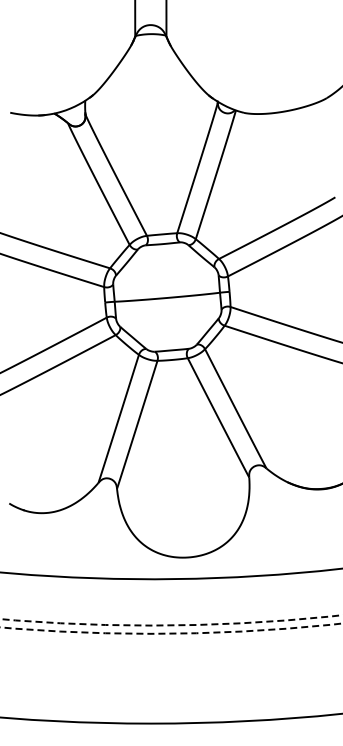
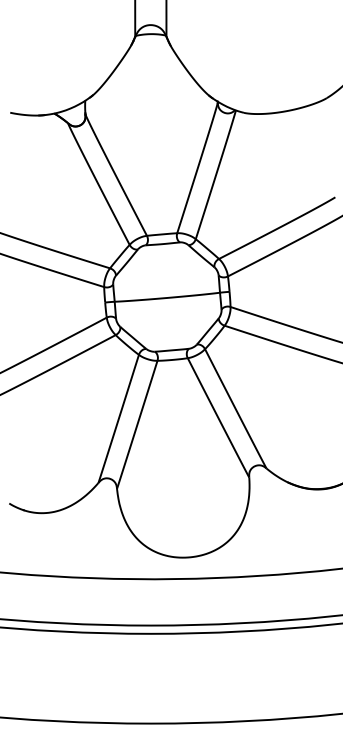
circle at (171, 620): dashed -> solid
circle at (171, 628): dashed -> solid
